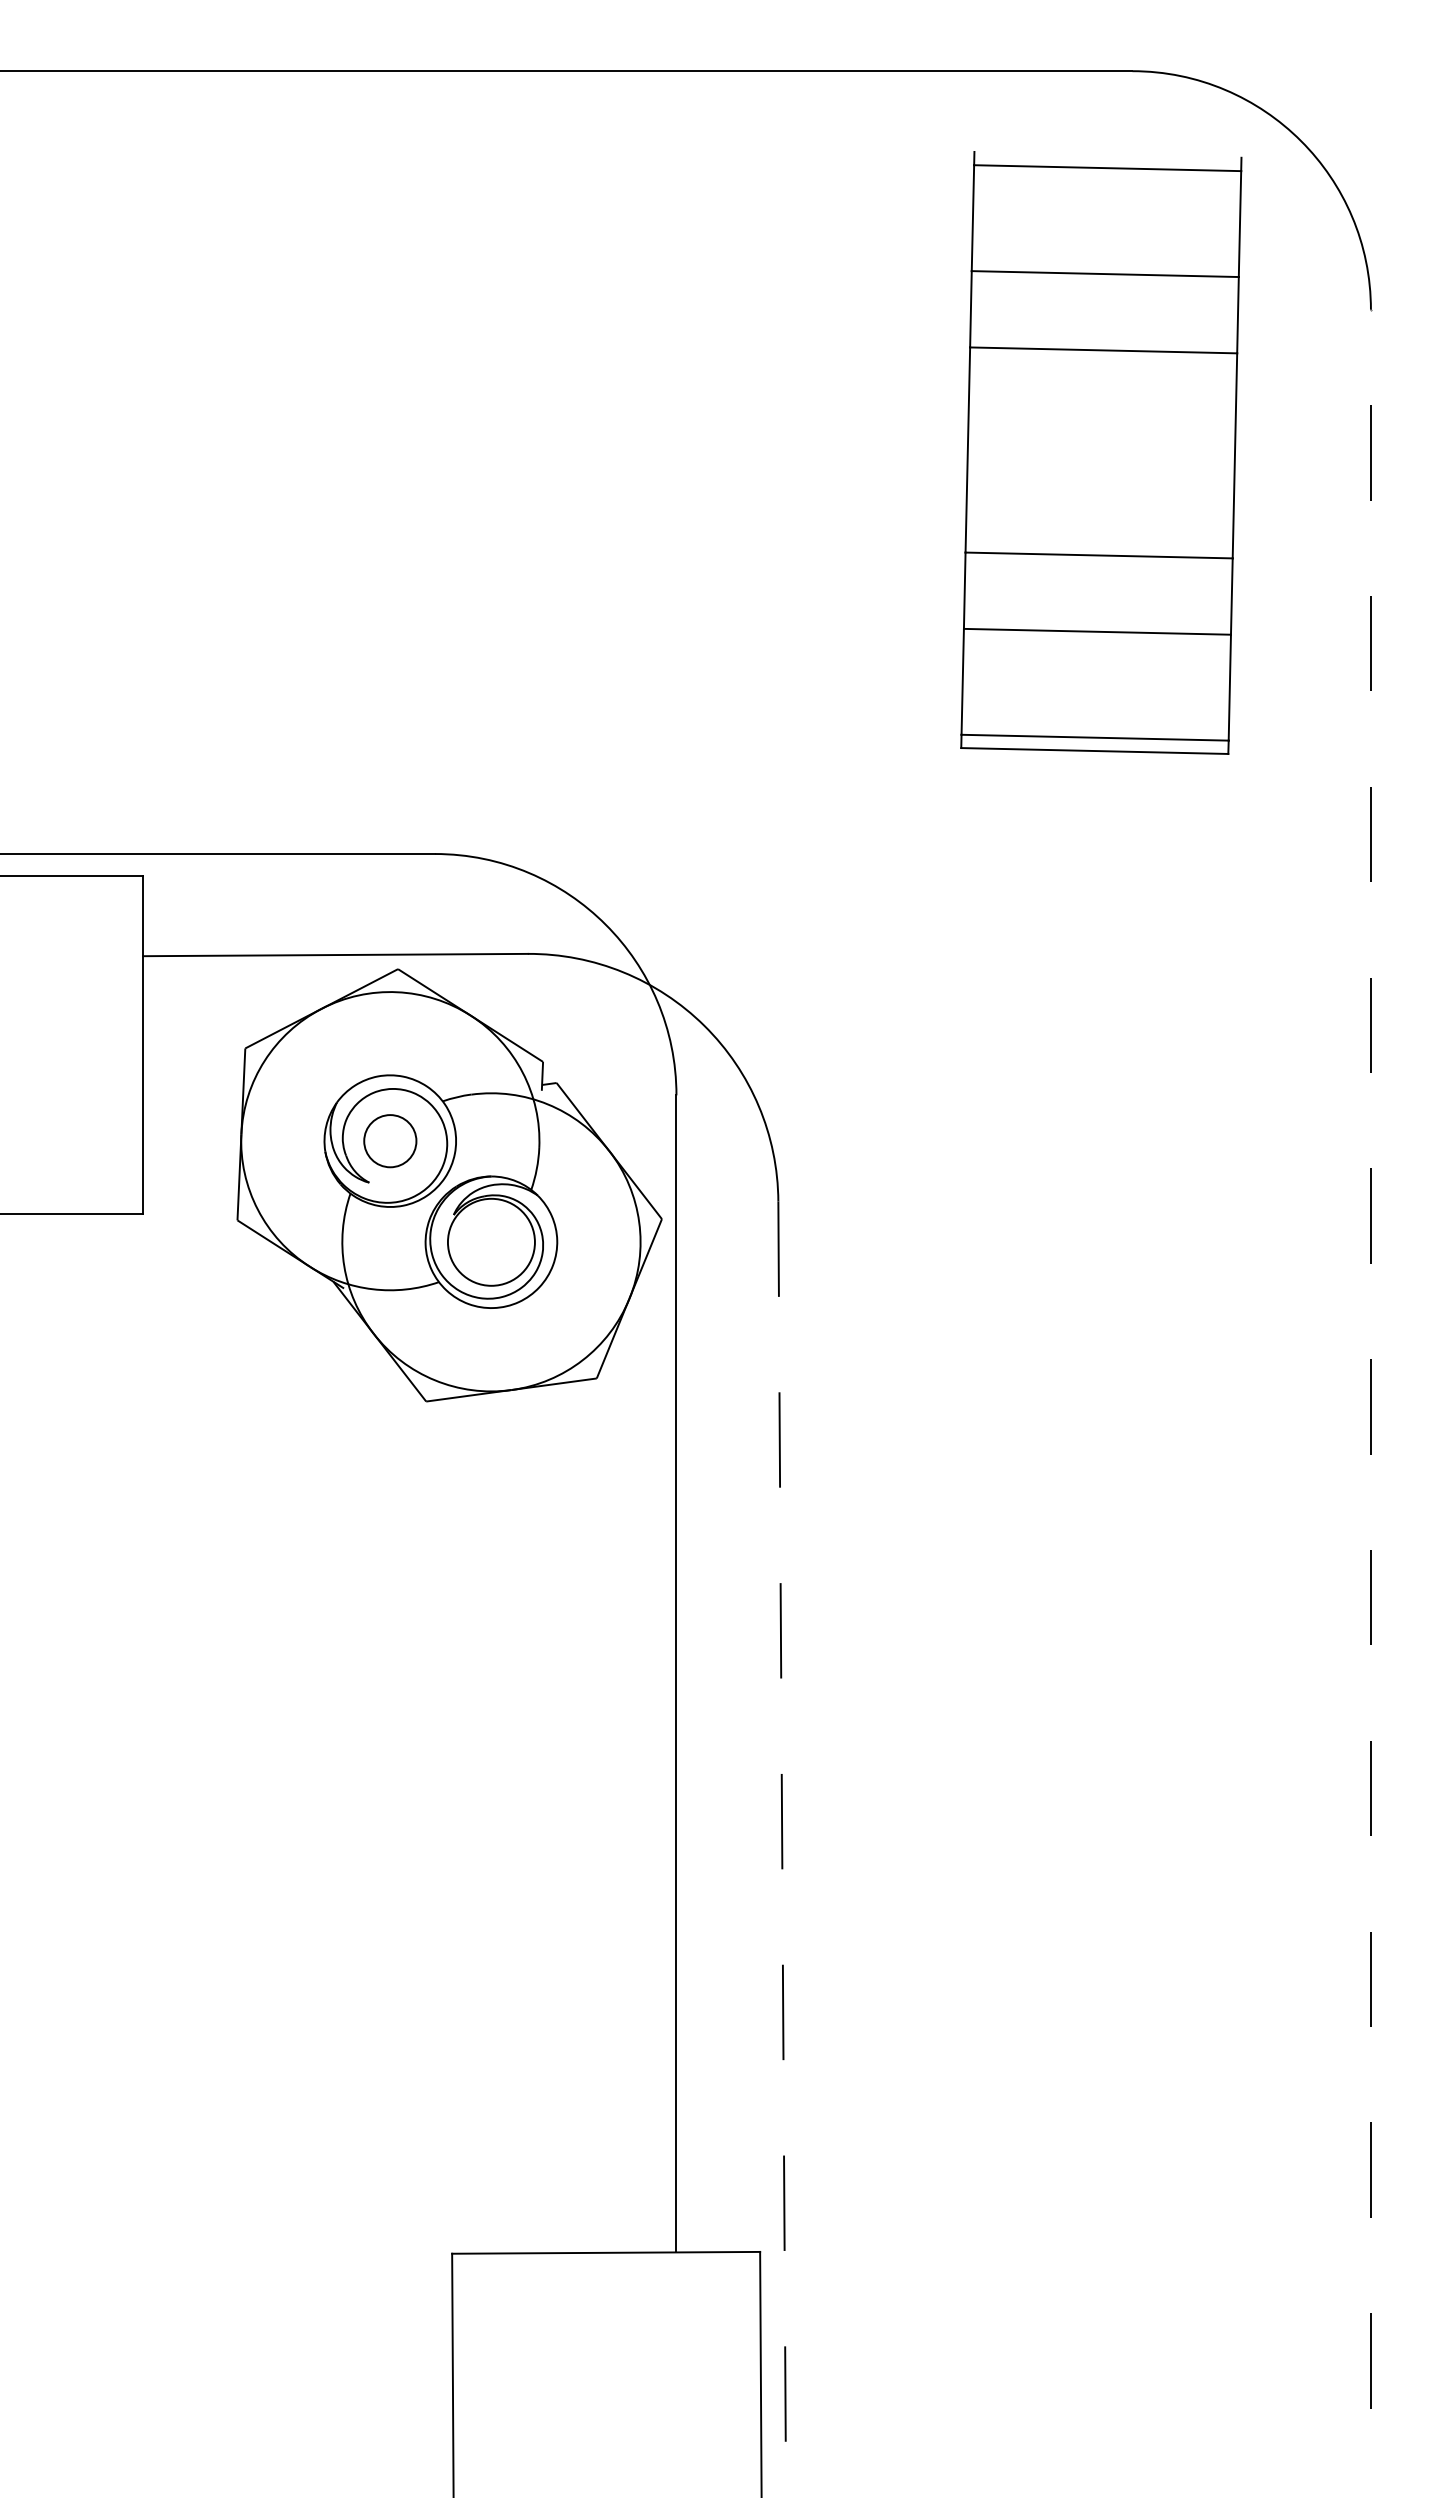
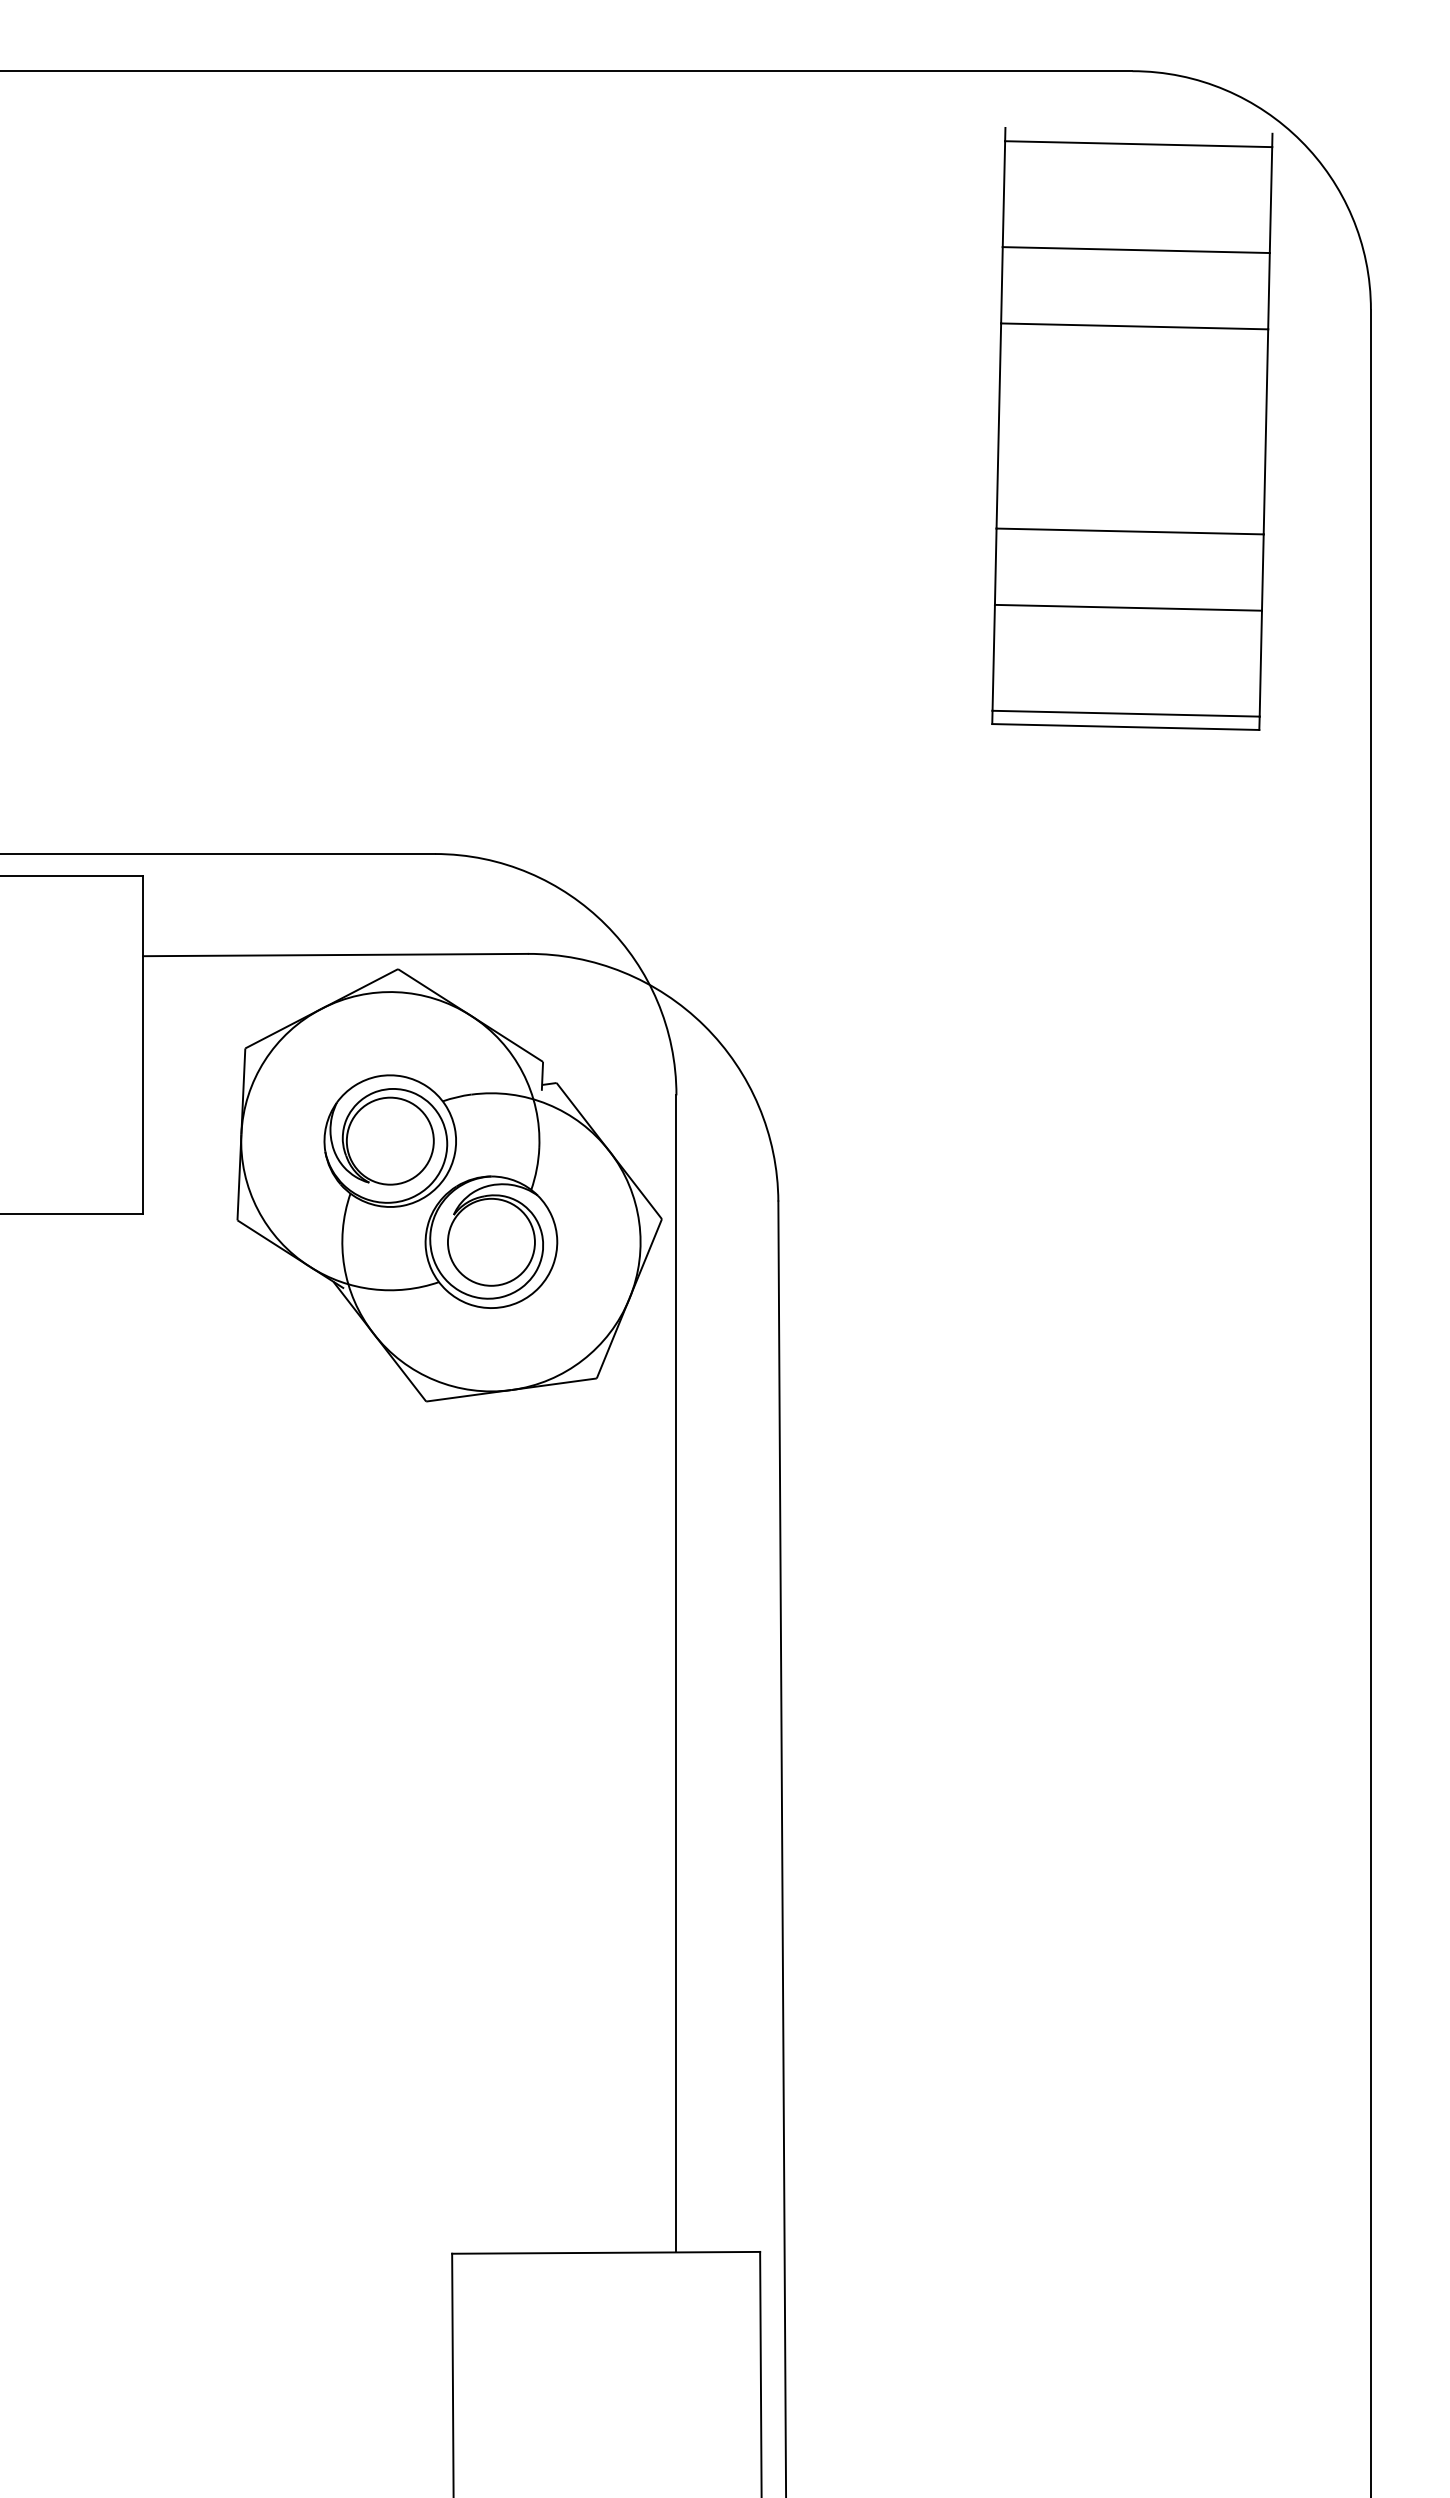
part at (1101, 452) position: (1101, 452) -> (1132, 428)
circle at (390, 1141) diameter: 52 px -> 87 px
line at (1370, 1402): dashed -> solid
line at (782, 1849): dashed -> solid
